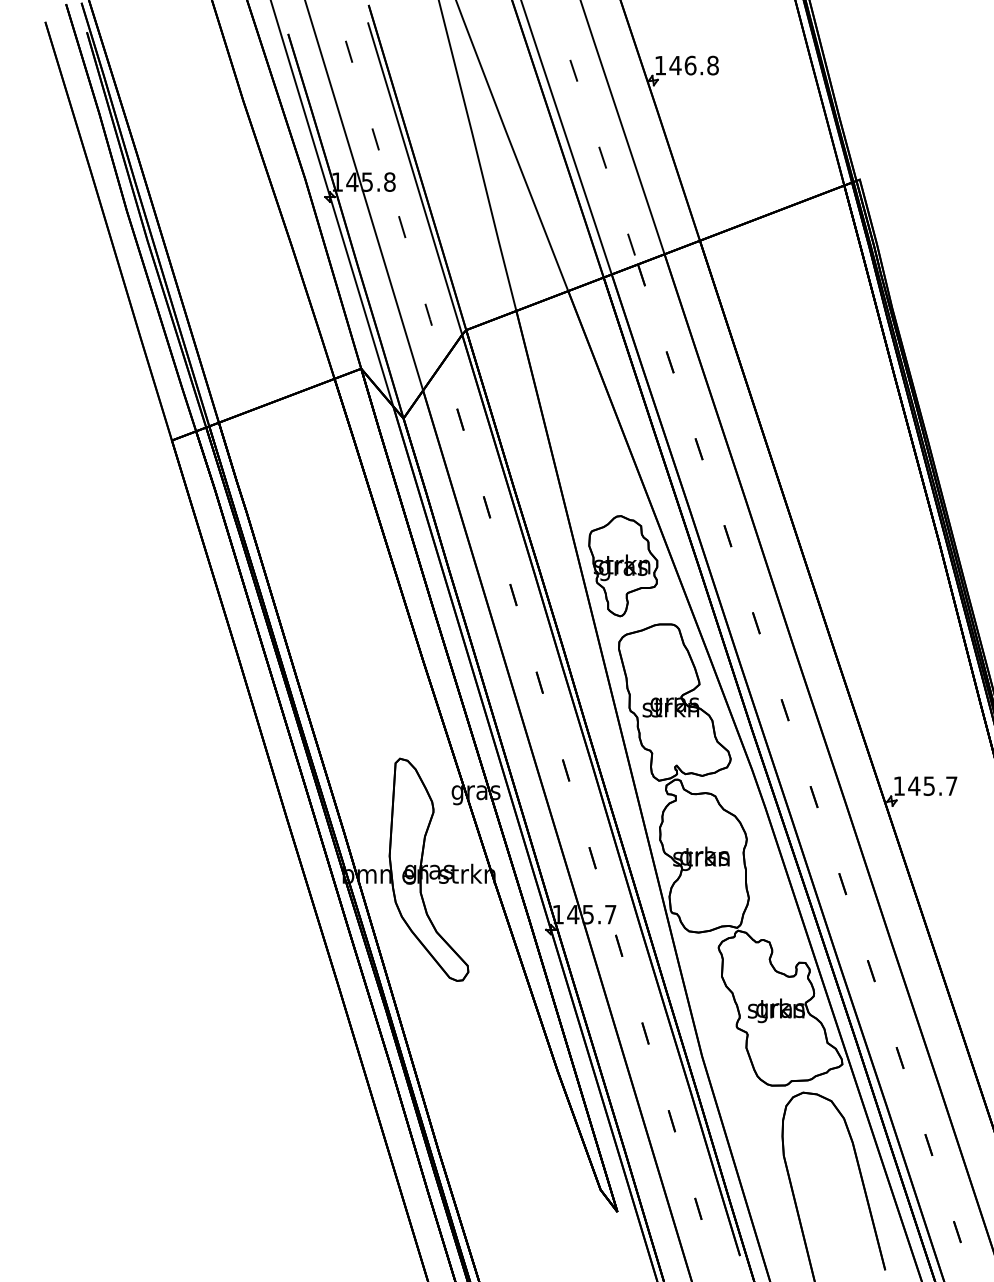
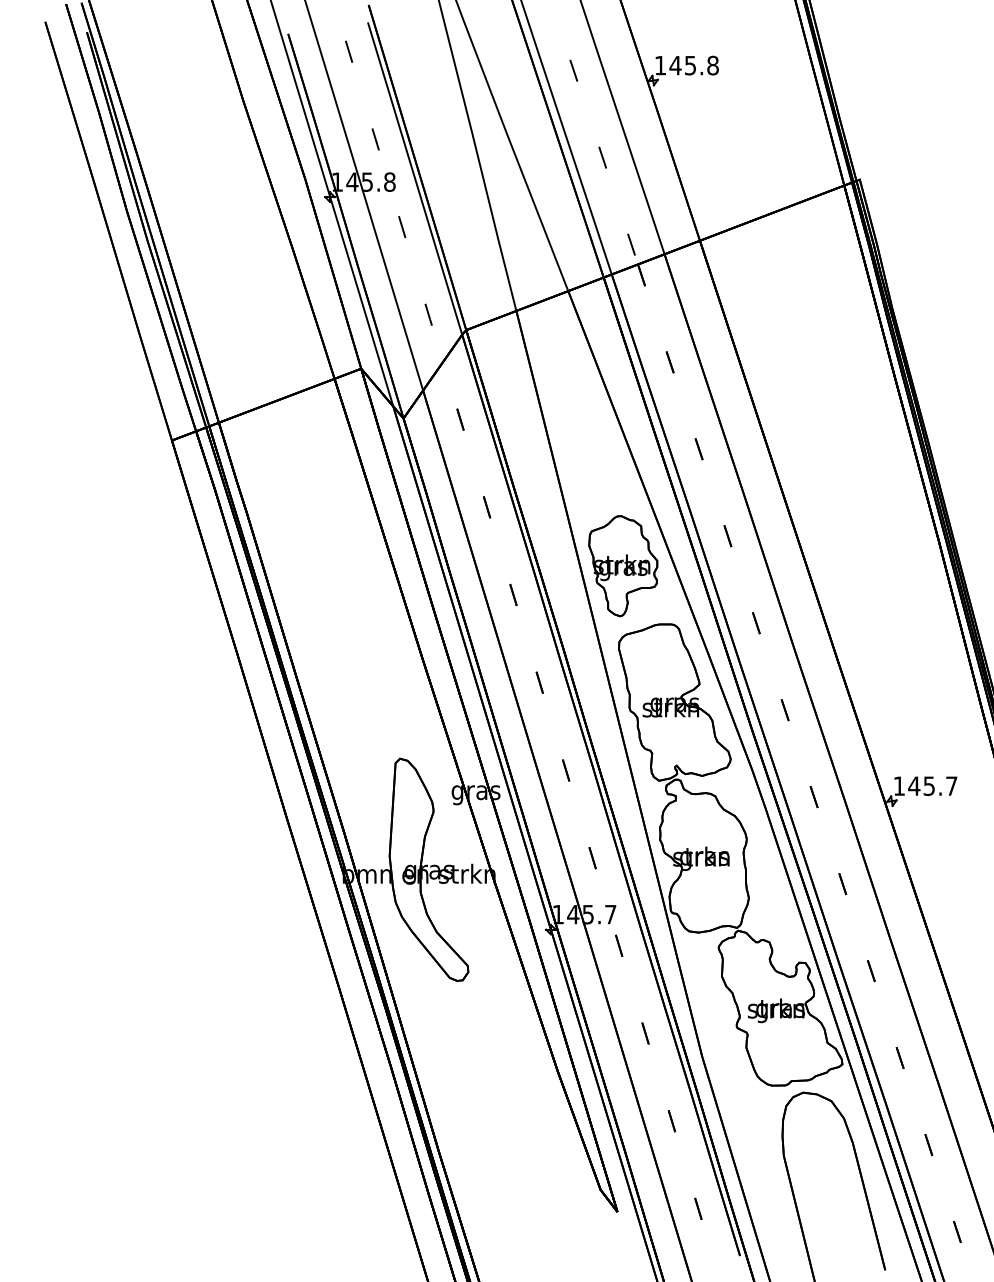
text at (690, 65): 146.8 -> 145.8
